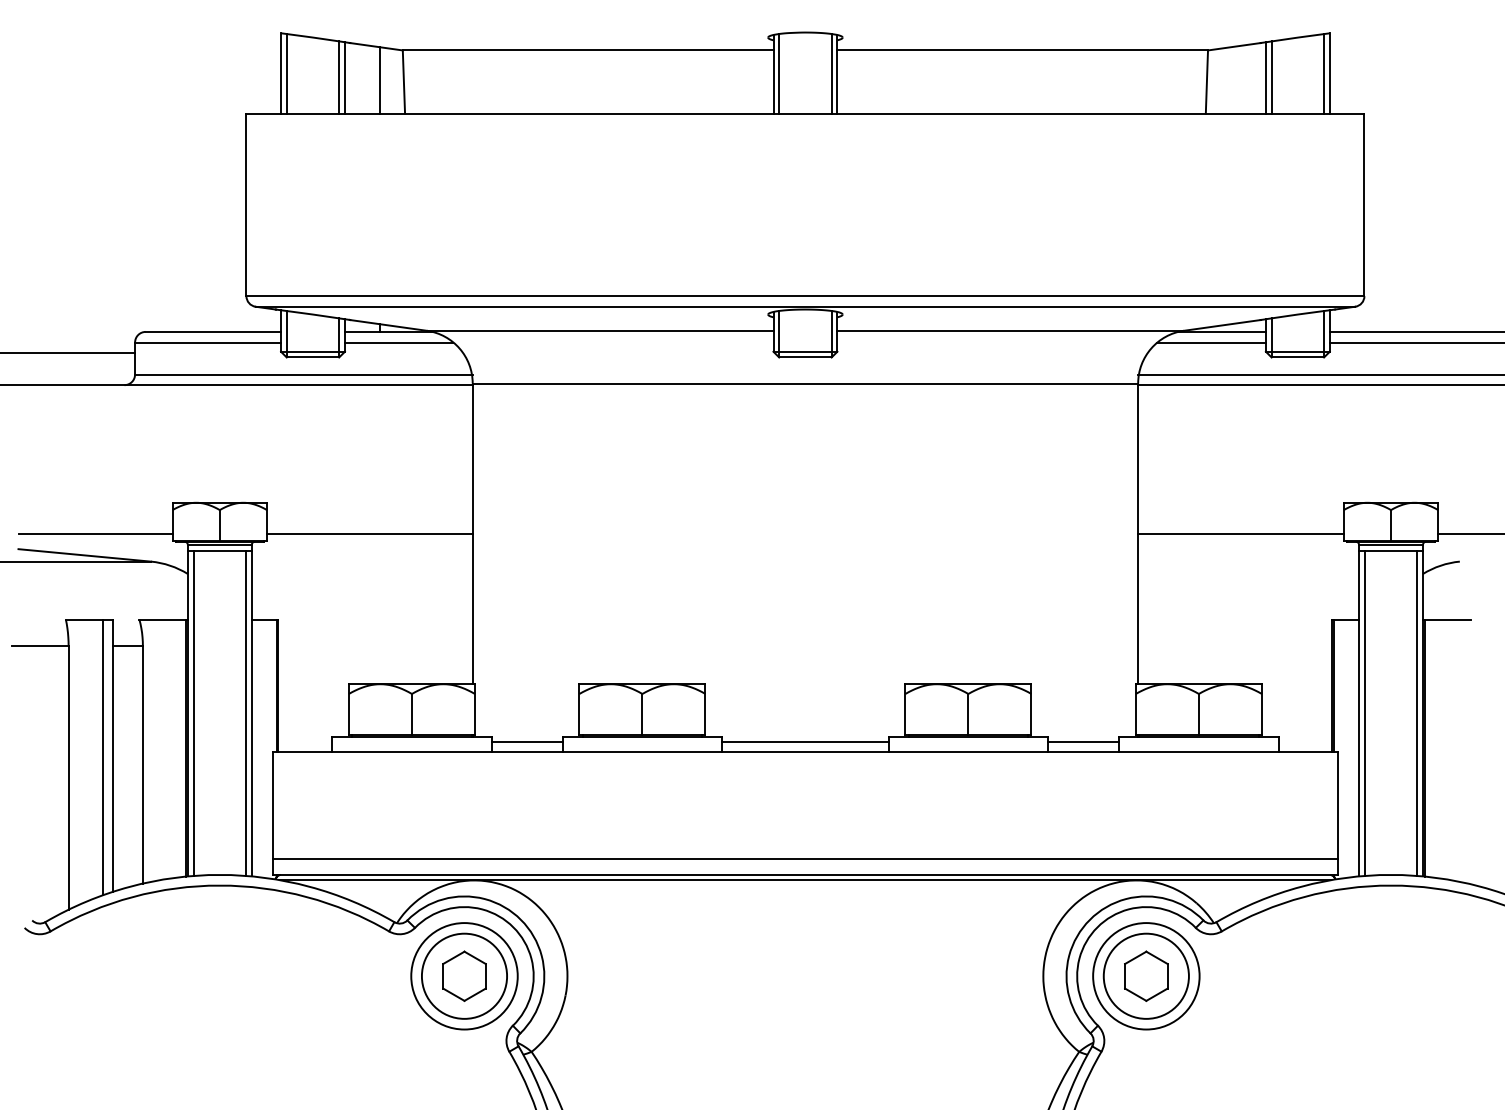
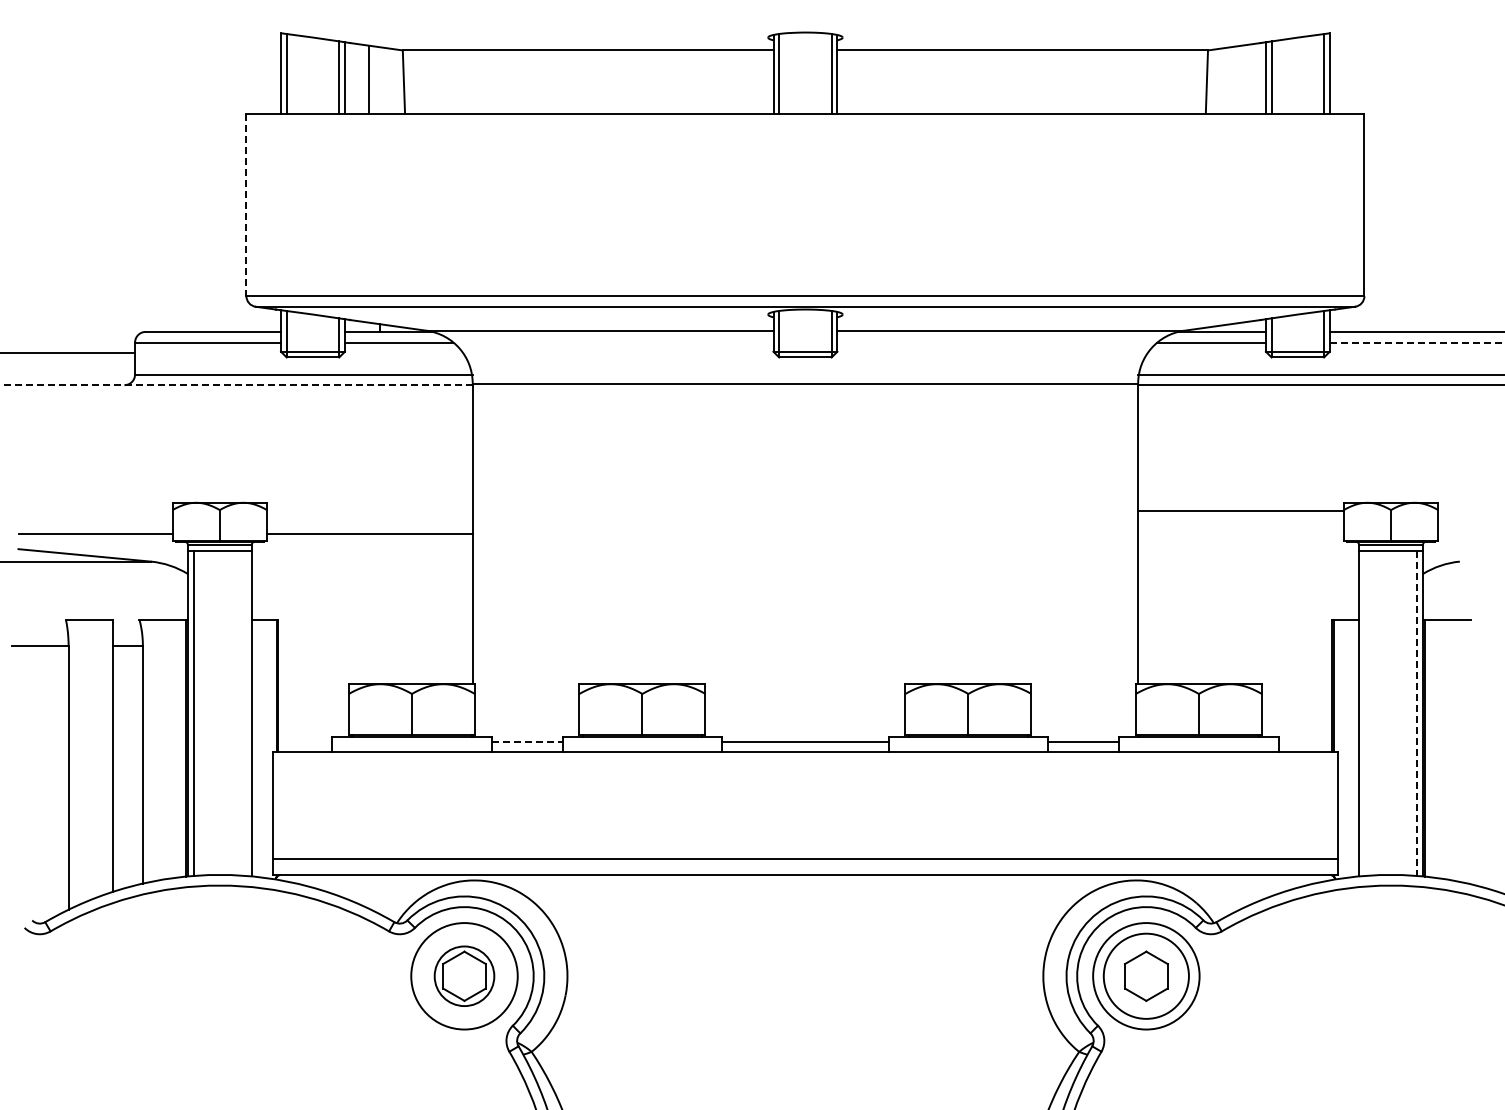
line at (379, 80) position: (379, 80) -> (368, 80)
line at (246, 205): solid -> dashed
line at (1417, 342): solid -> dashed
line at (236, 385): solid -> dashed
line at (1240, 534) position: (1240, 534) -> (1240, 511)
line at (1469, 534): present -> none
line at (246, 713): present -> none
line at (1364, 713): present -> none
line at (1417, 714): solid -> dashed
line at (527, 741): solid -> dashed
line at (102, 757): present -> none
line at (805, 880): present -> none
circle at (464, 975) diameter: 85 px -> 60 px
